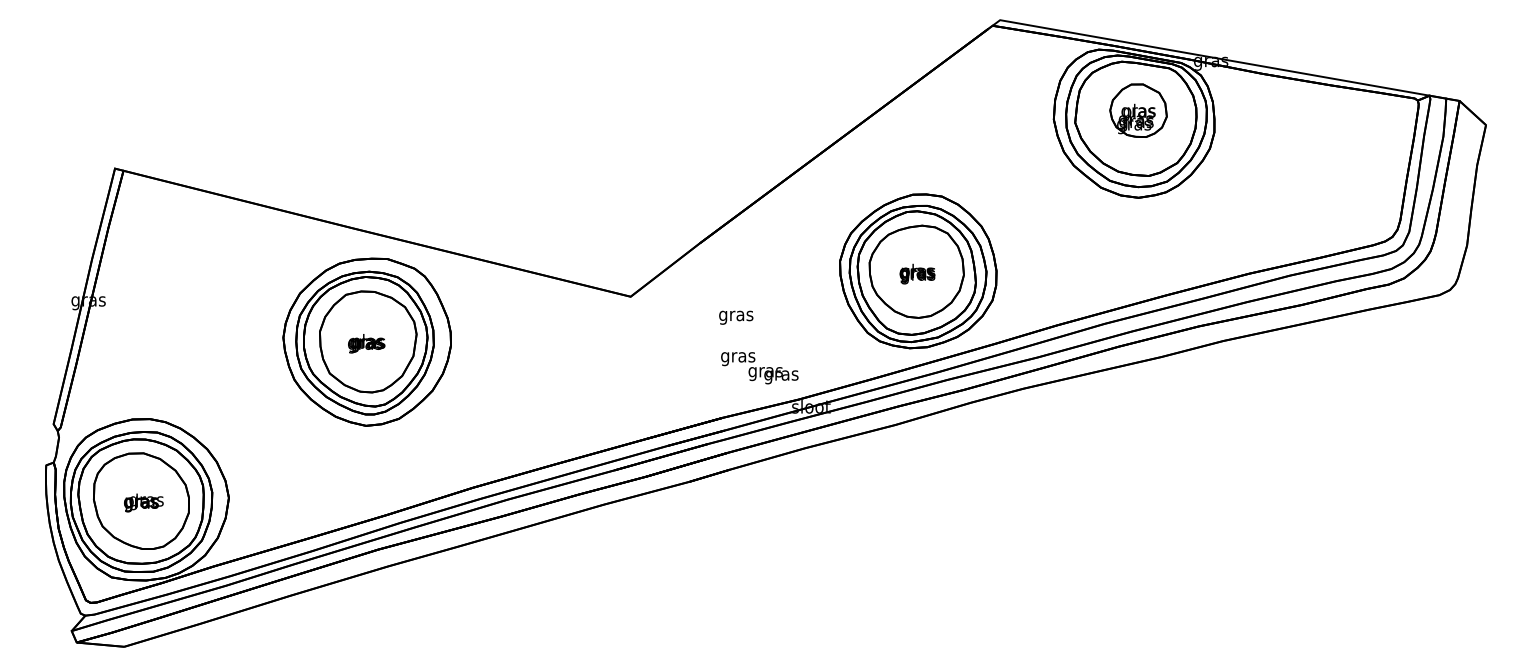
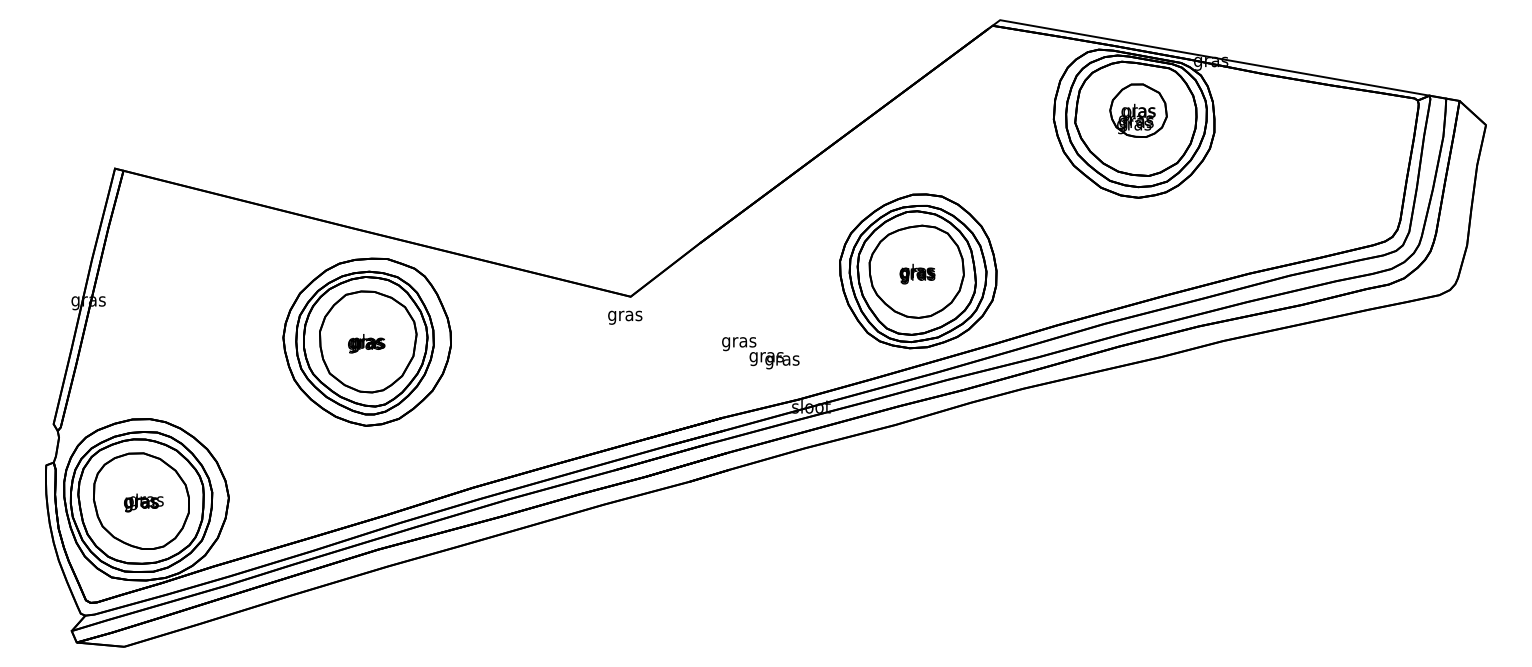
text at (736, 317) position: (736, 317) -> (625, 317)
text at (759, 368) position: (759, 368) -> (760, 353)
